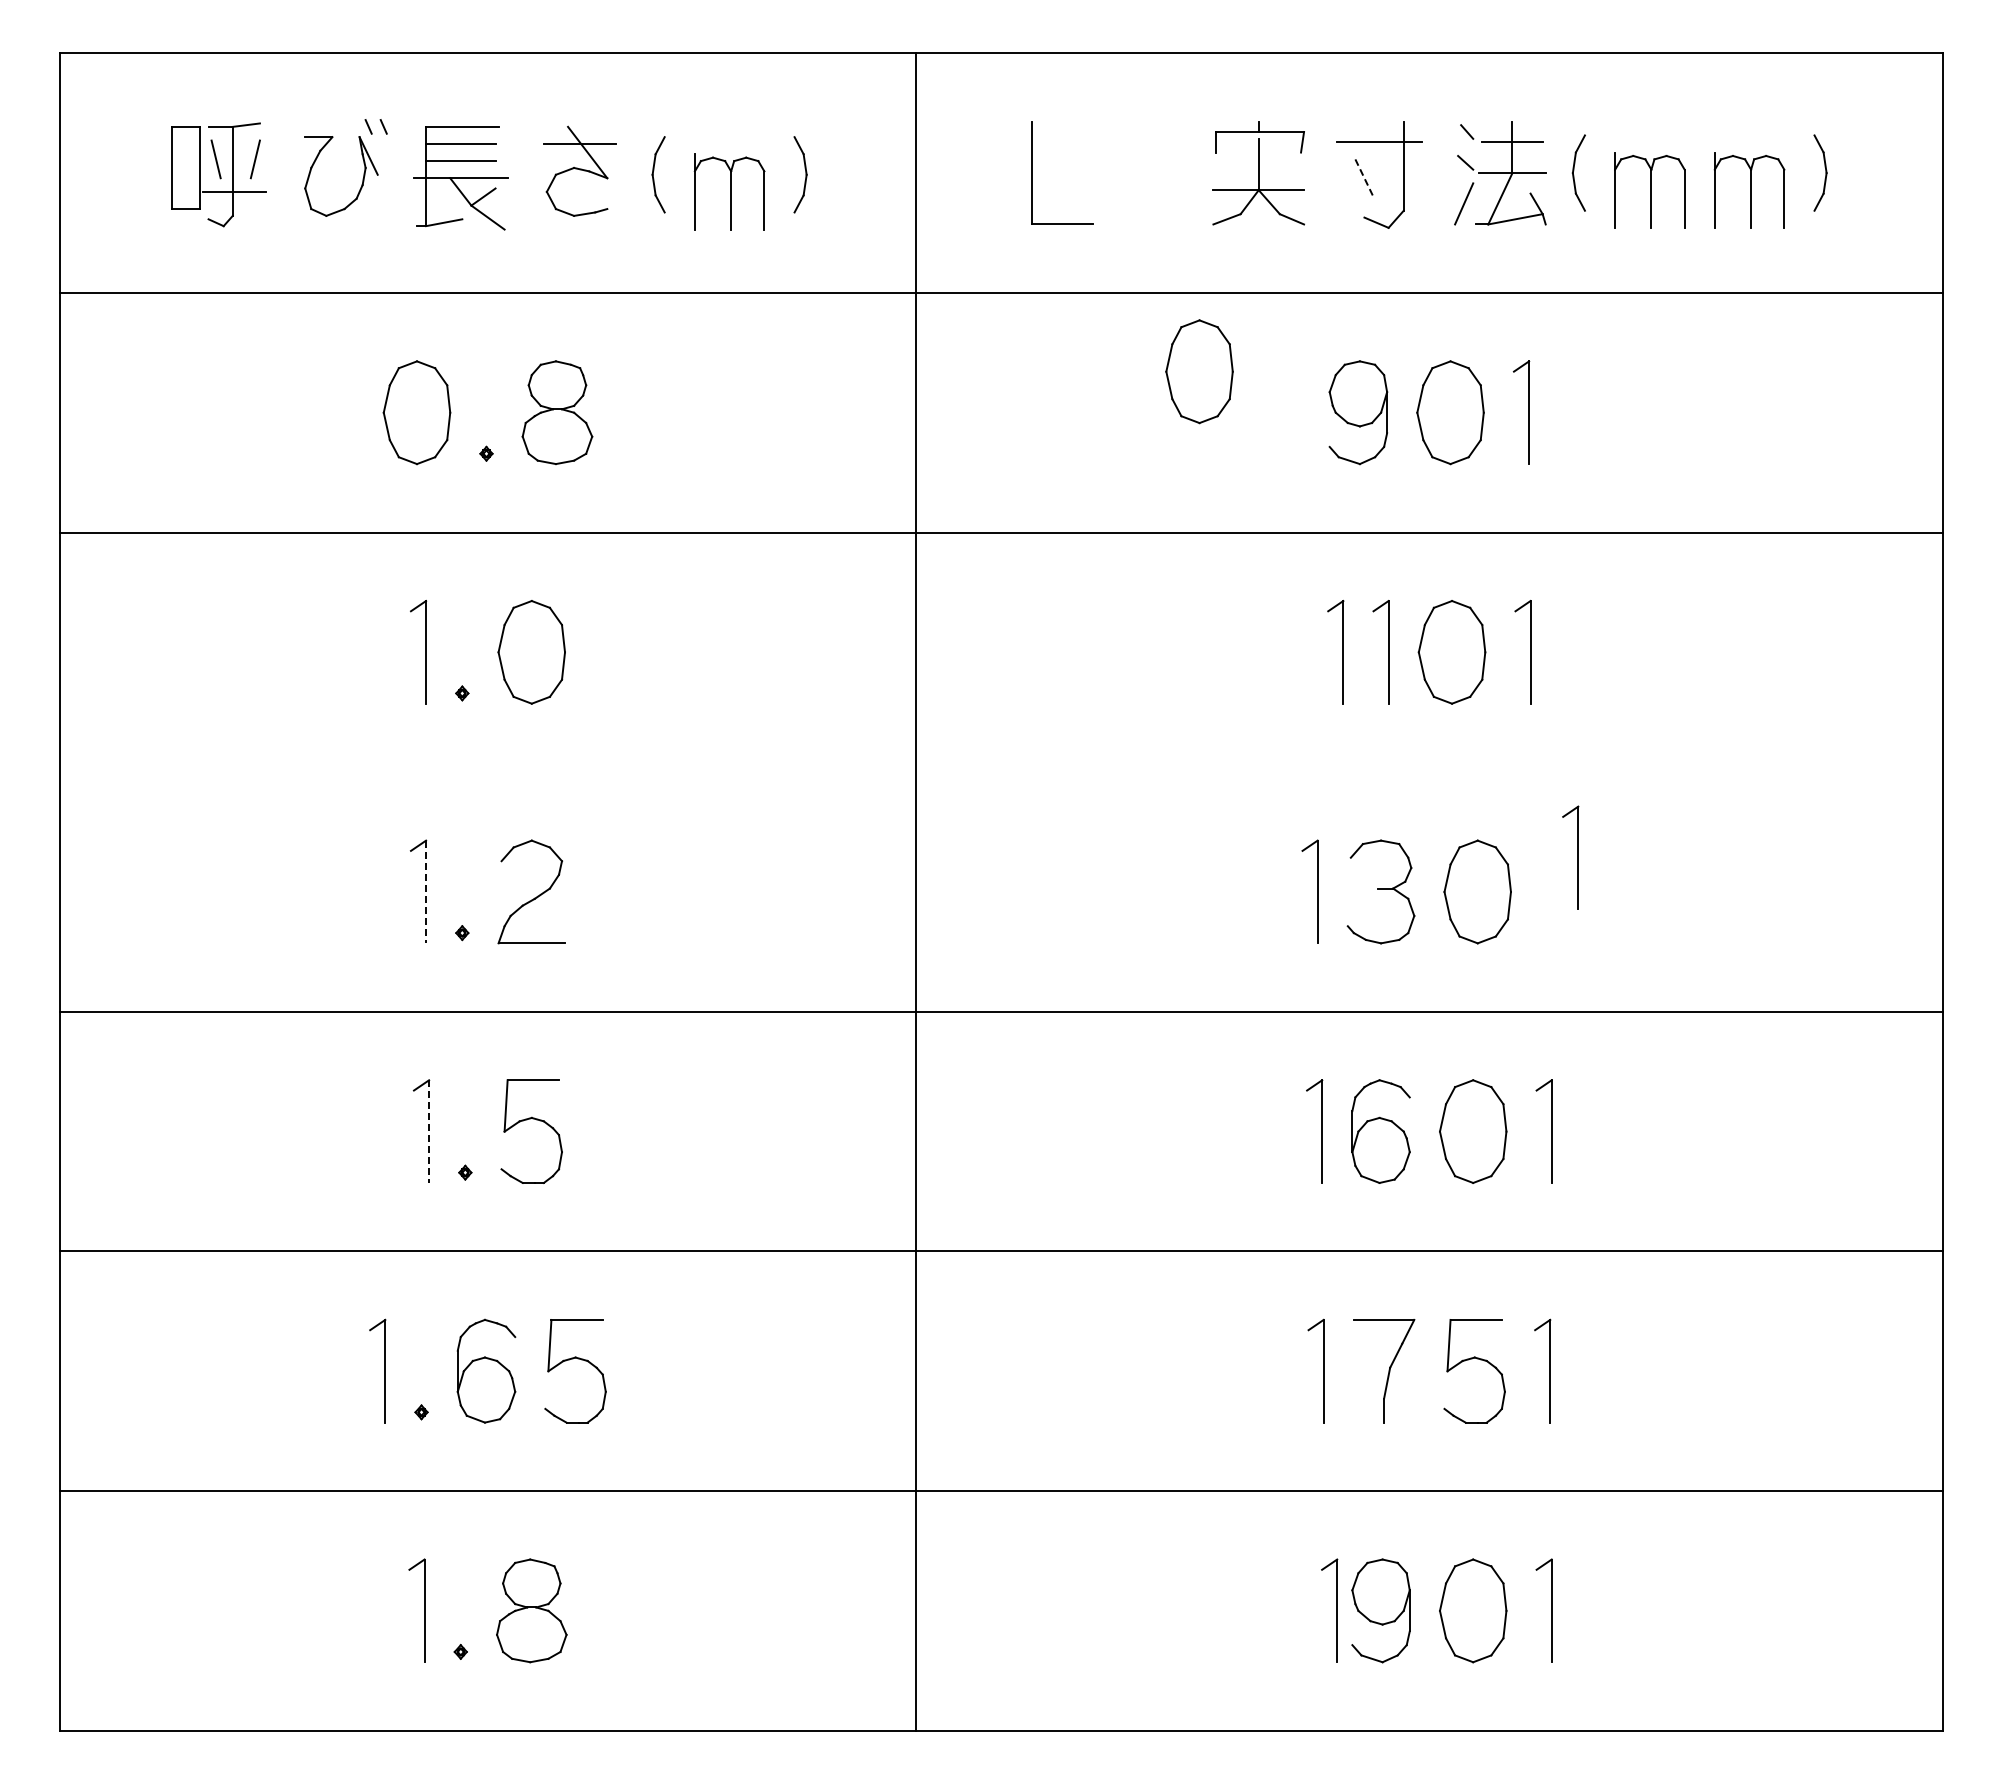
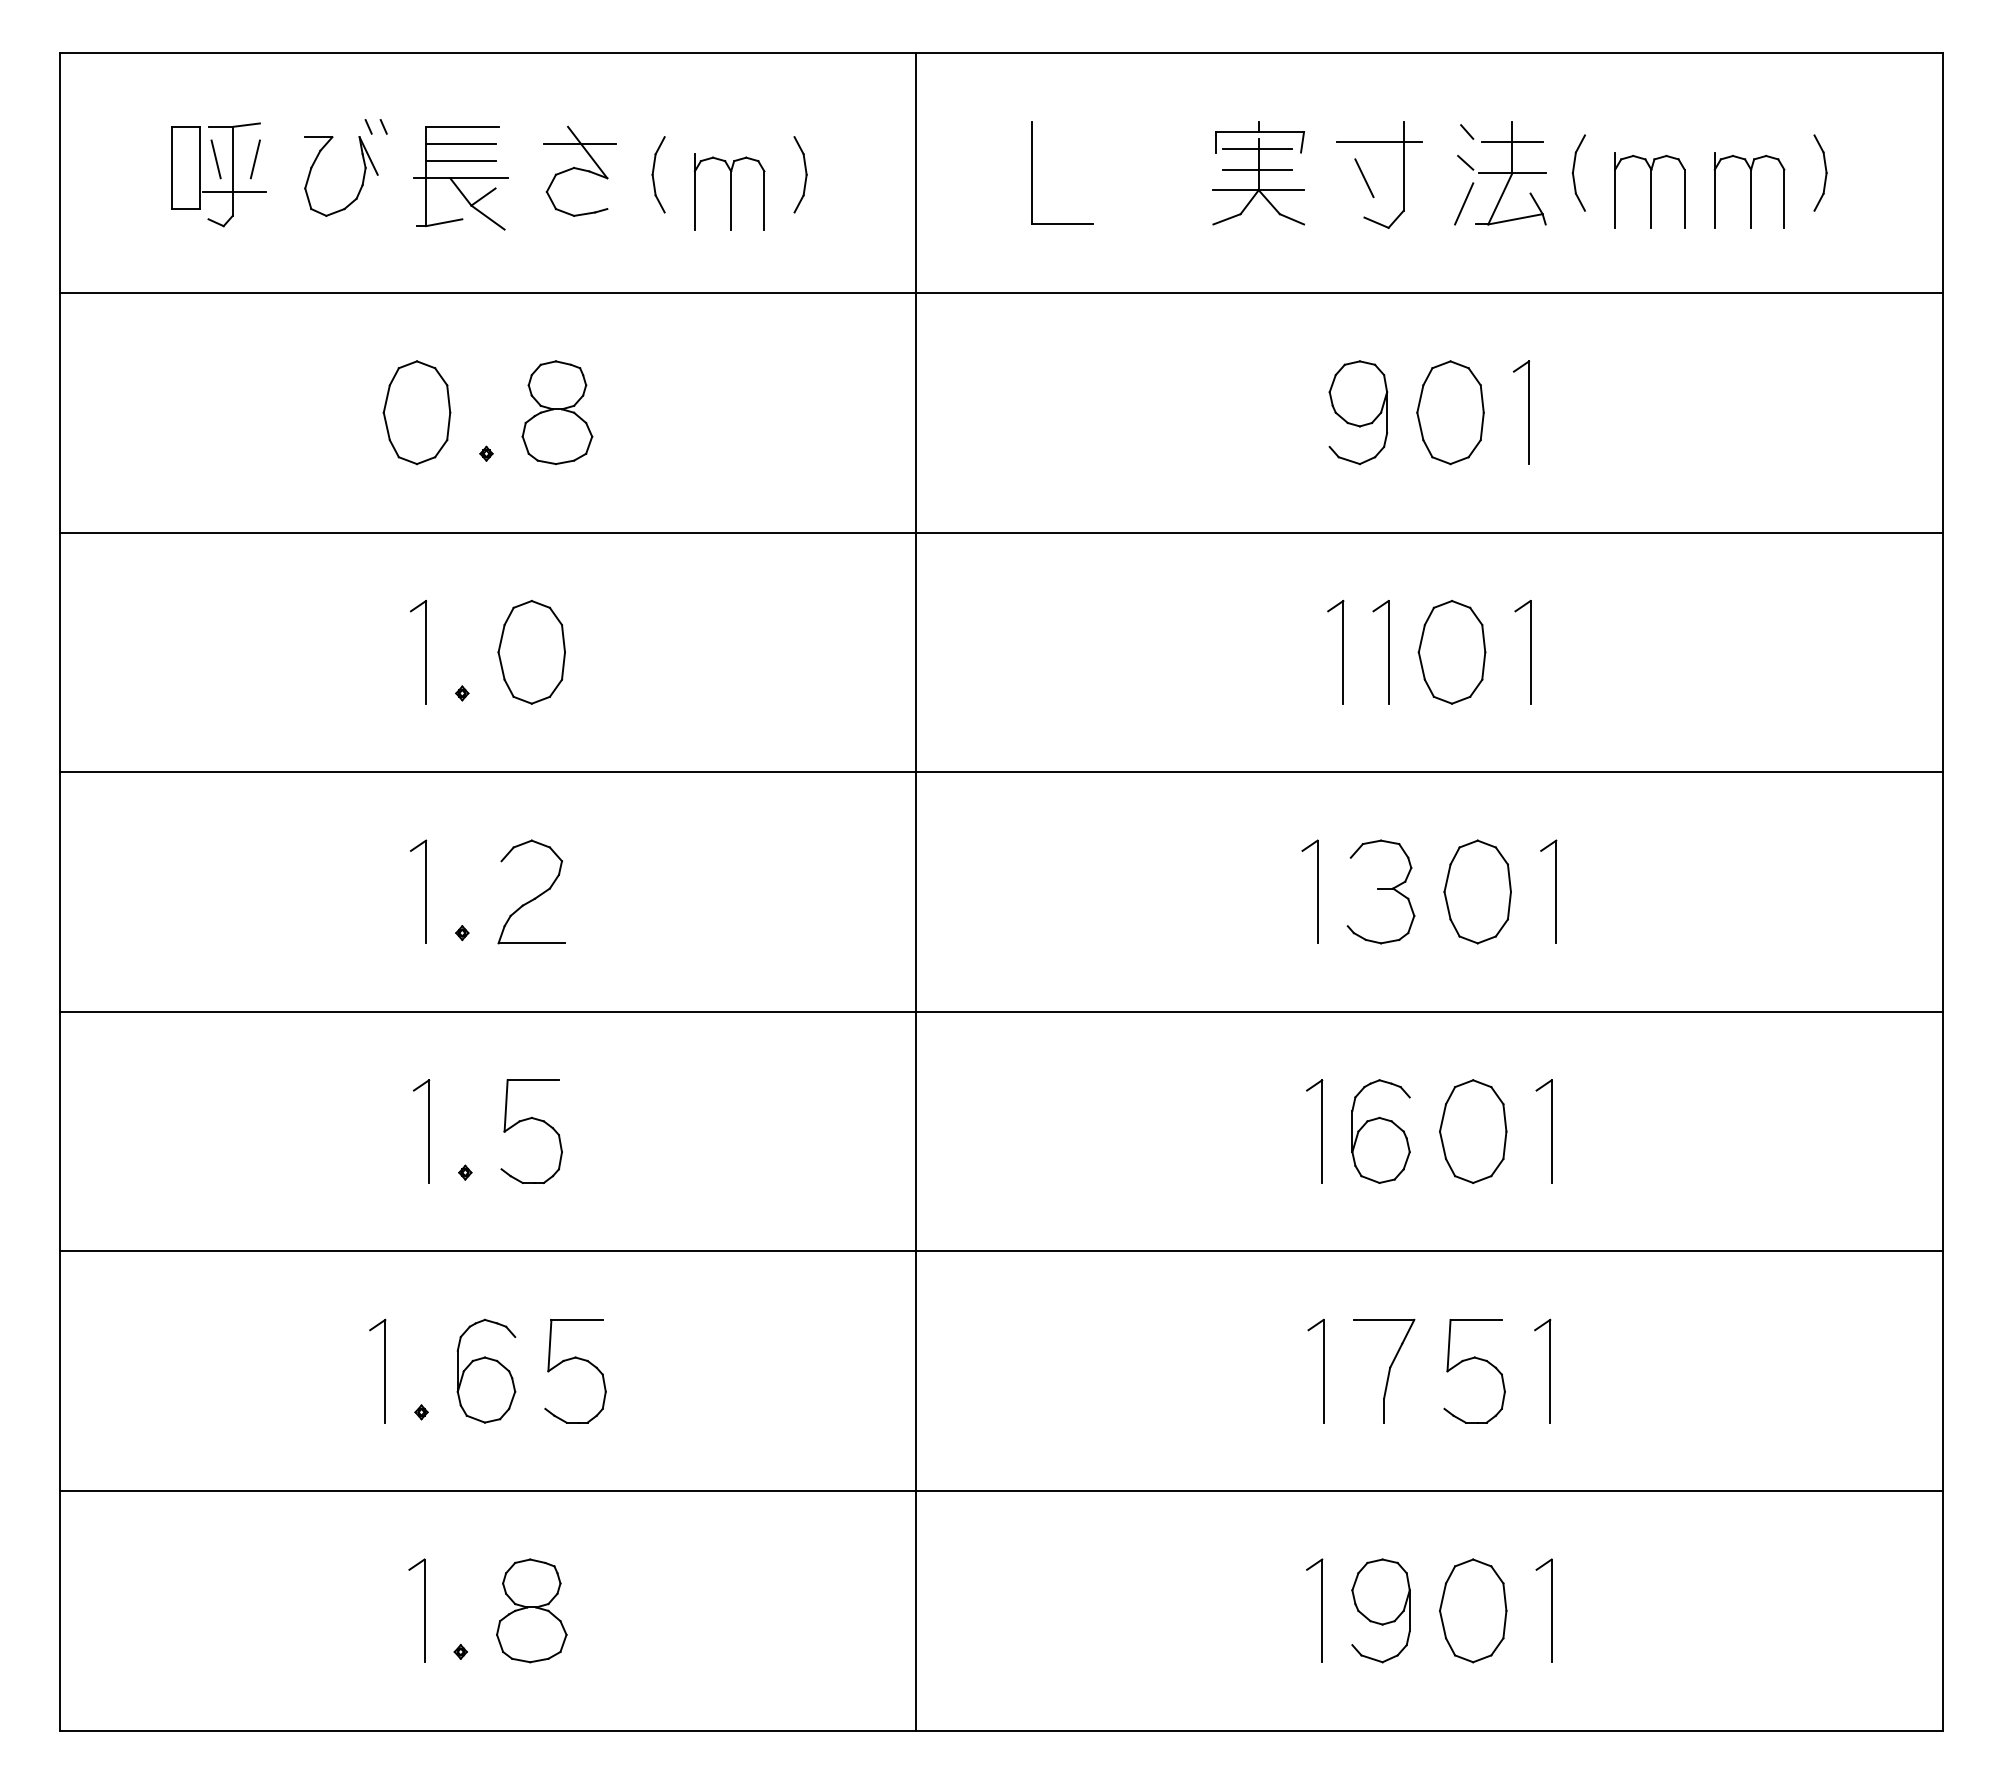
line at (1256, 149): none -> present
line at (1256, 169): none -> present
line at (1364, 178): dashed -> solid
part at (1199, 371): present -> none
line at (1001, 772): none -> present
part at (1577, 857) position: (1577, 857) -> (1555, 891)
line at (426, 892): dashed -> solid
line at (429, 1132): dashed -> solid
part at (1336, 1610) position: (1336, 1610) -> (1321, 1610)
